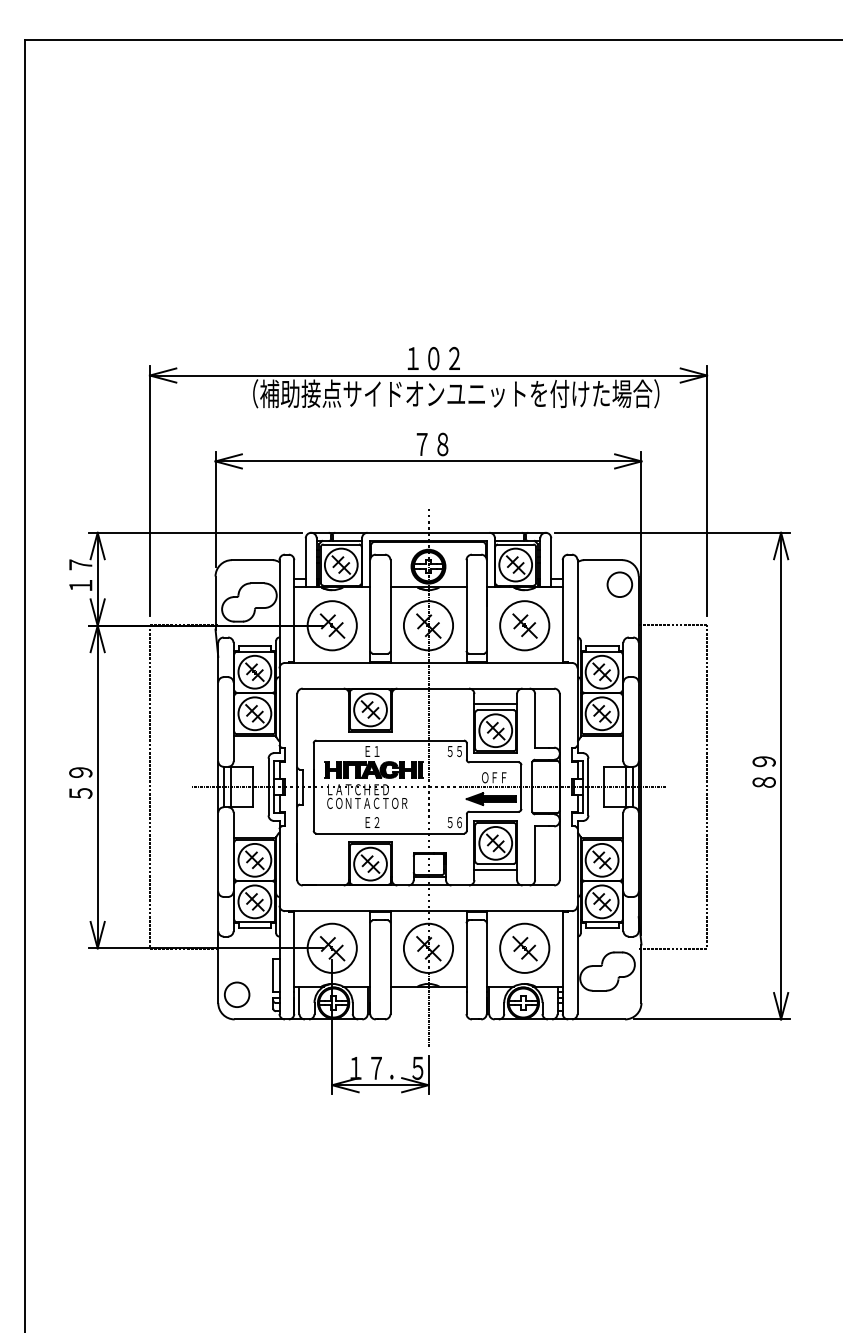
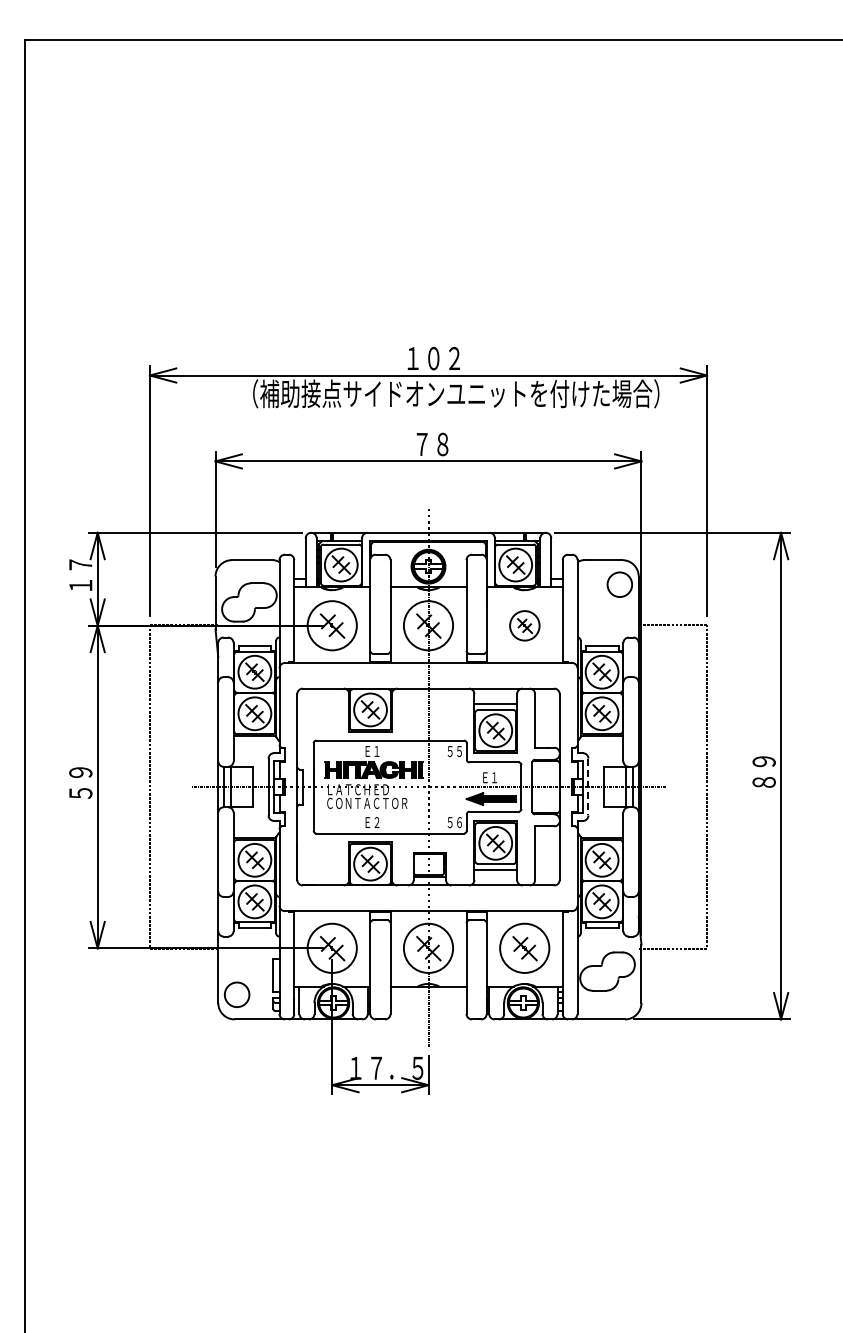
part at (524, 625) size: 52x52 px -> 32x32 px
text at (494, 777): ＯＦＦ -> Ｅ１
line at (588, 787): solid -> dashed
